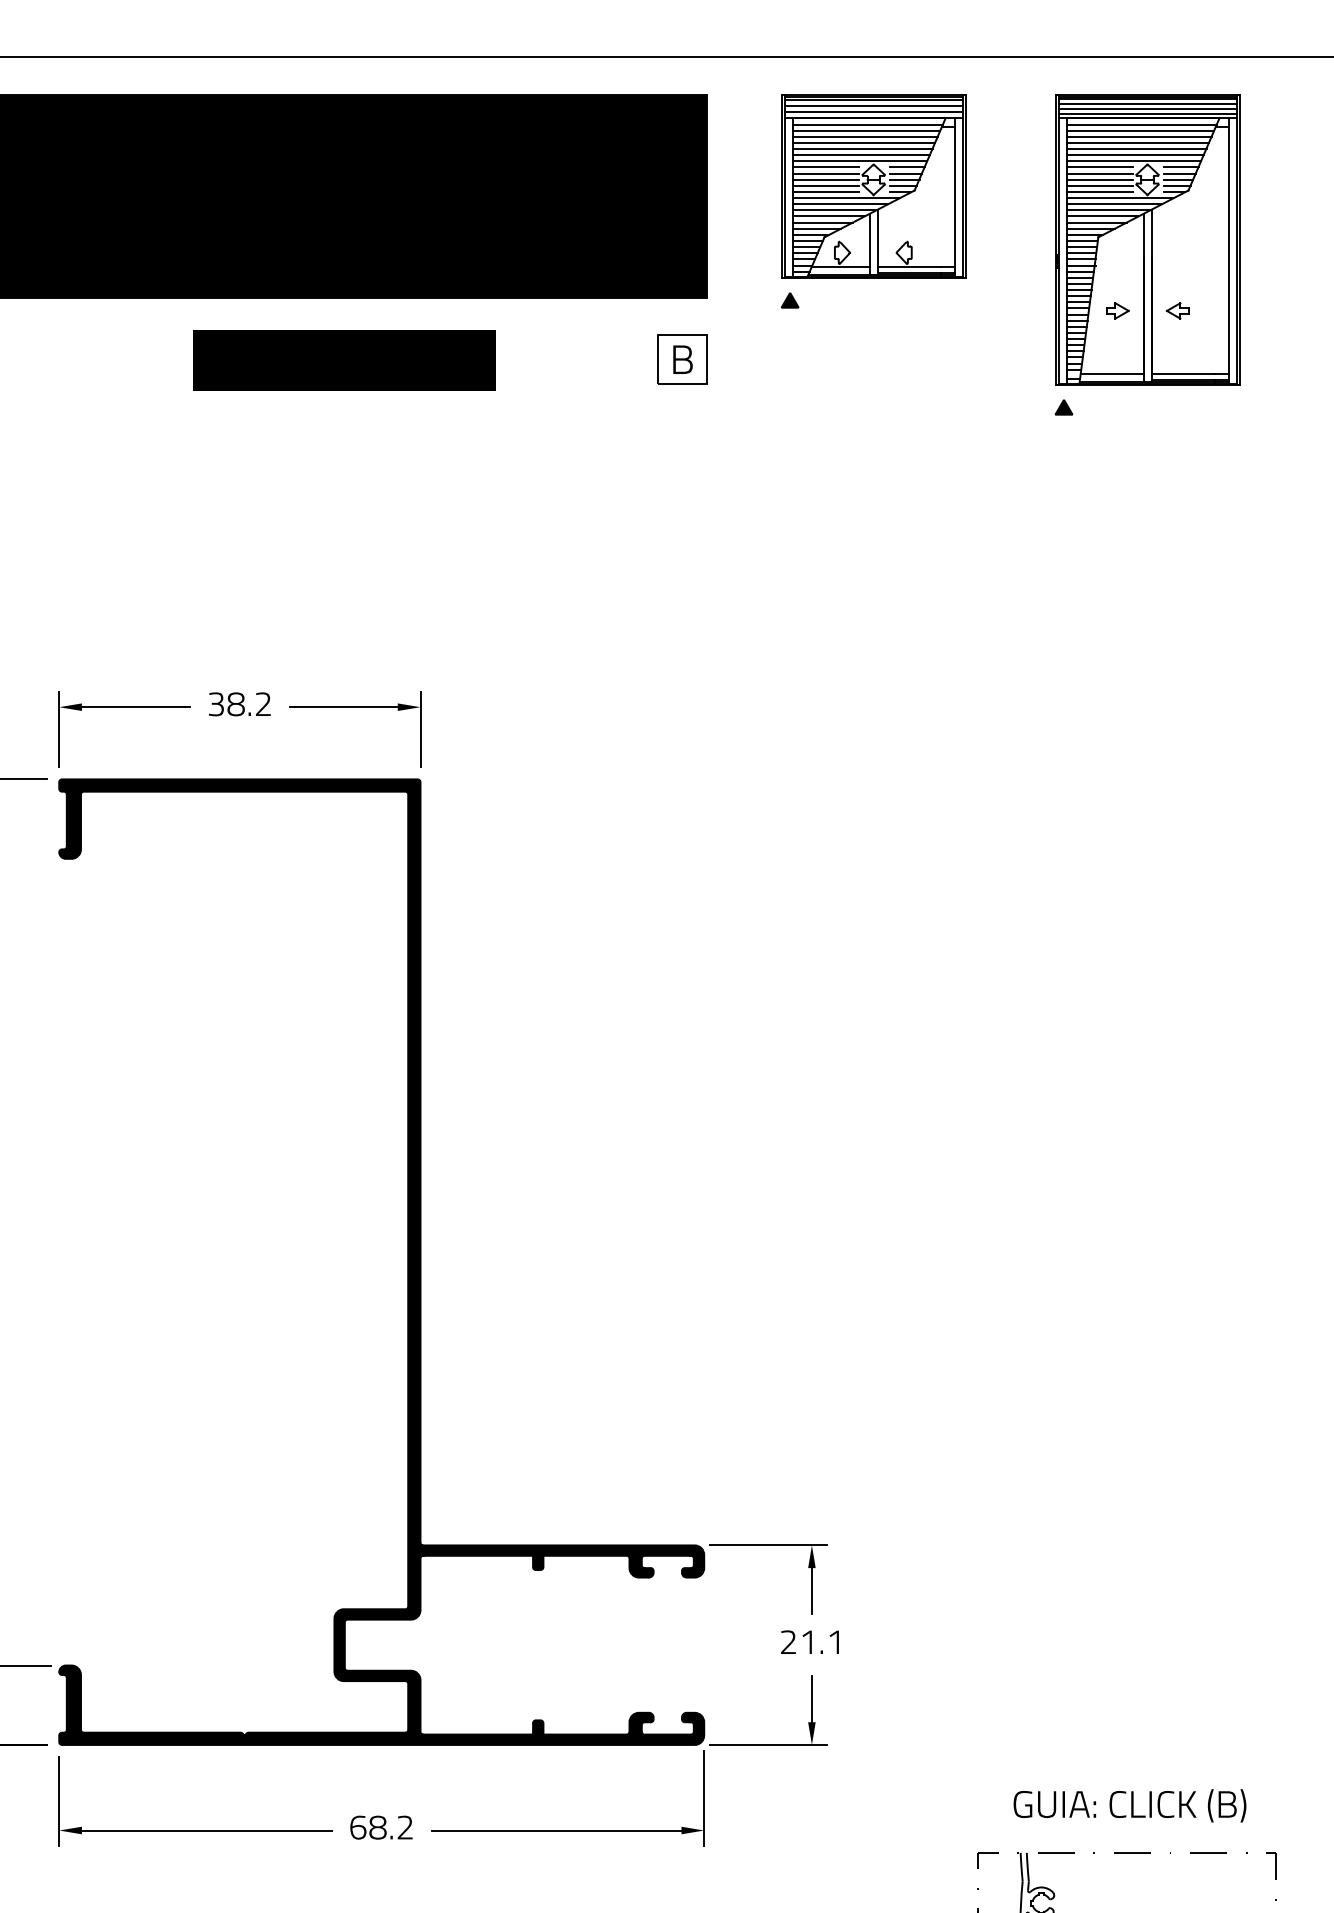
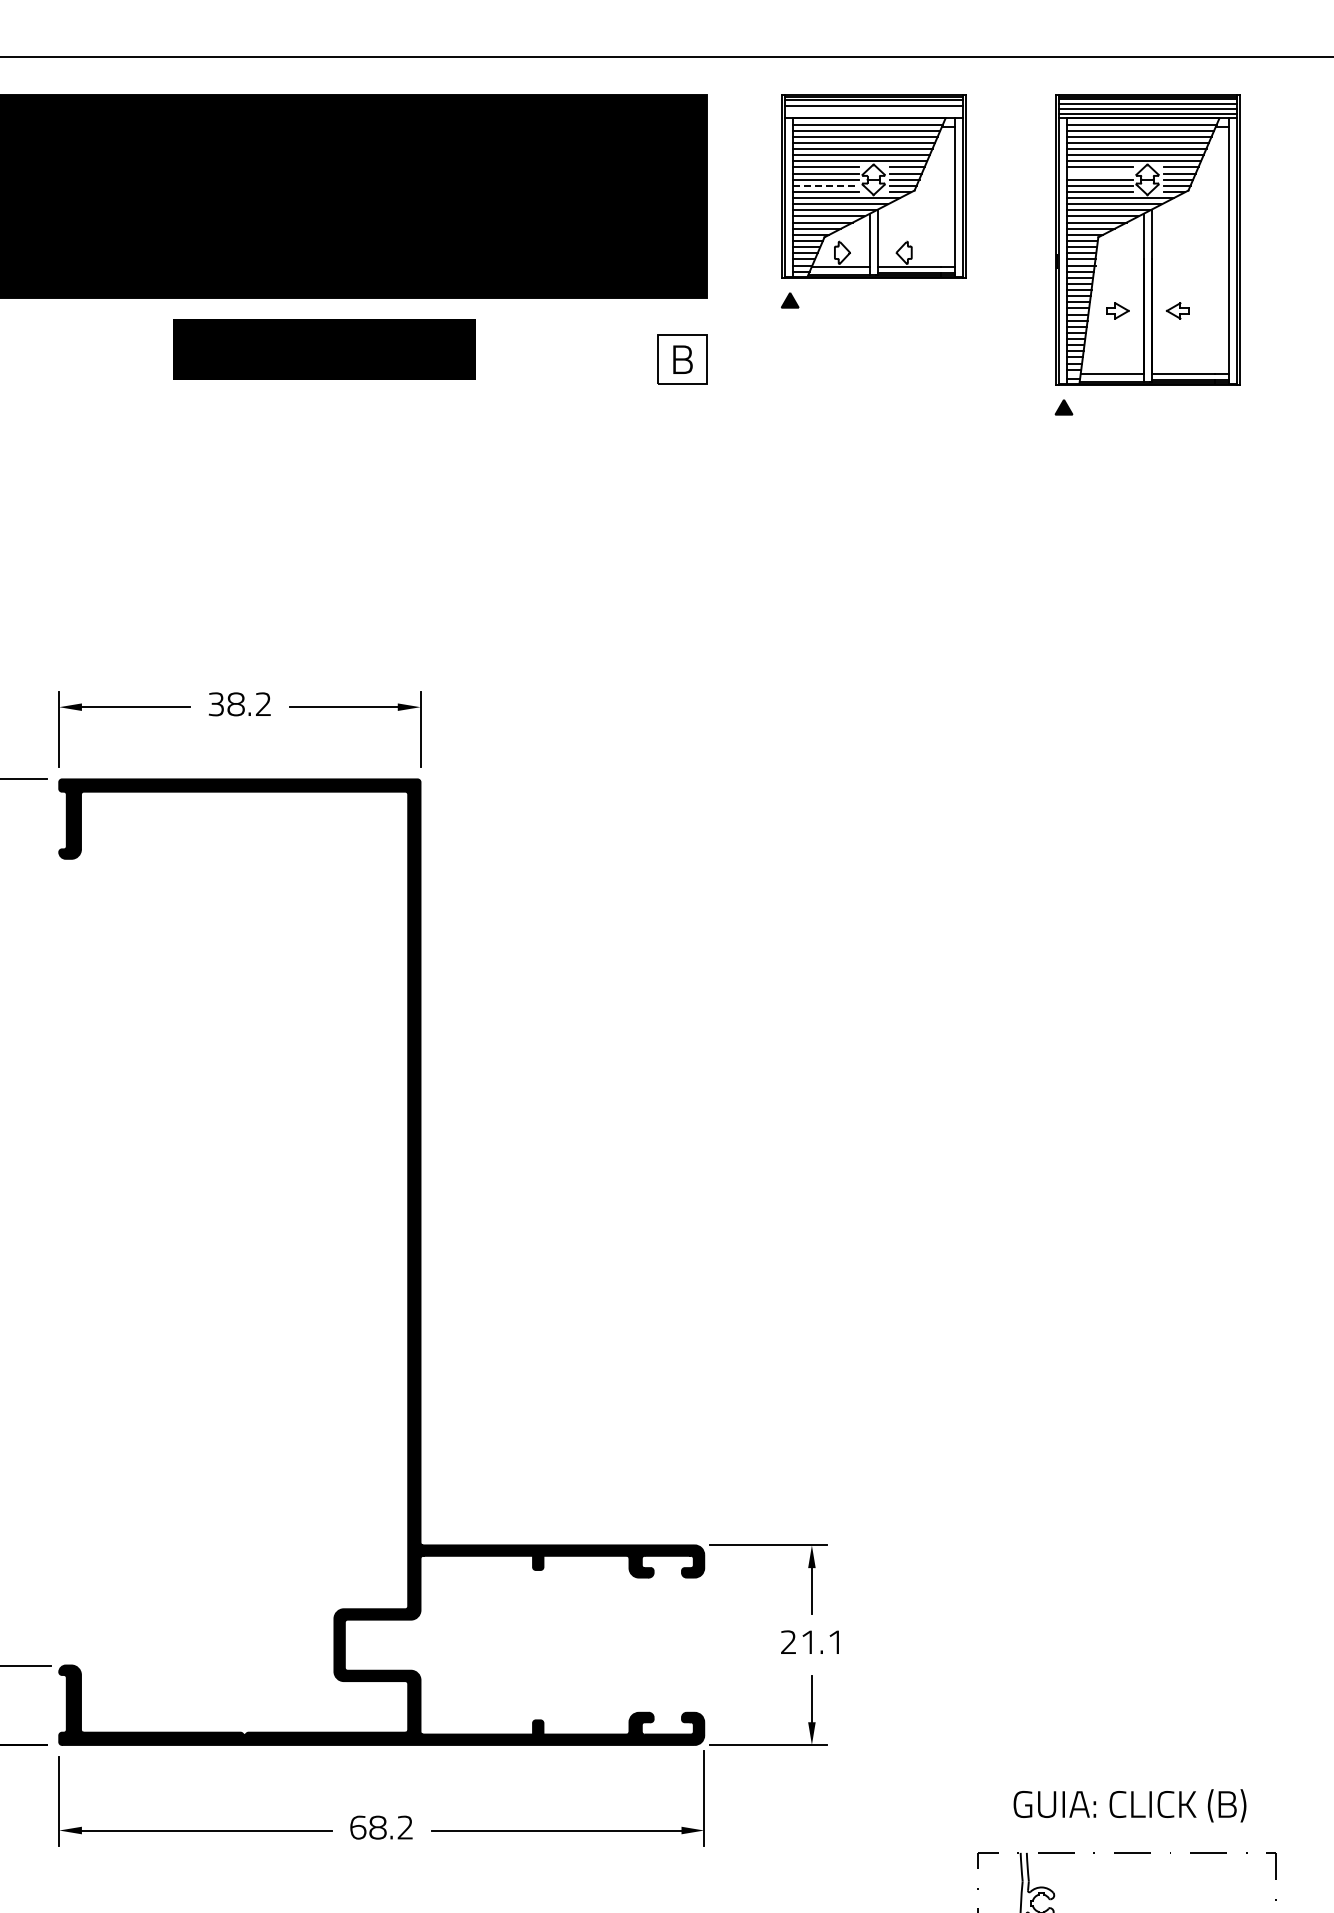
line at (873, 112): present -> none
line at (1100, 173): present -> none
line at (826, 185): solid -> dashed
text at (344, 360) position: (344, 360) -> (324, 349)
